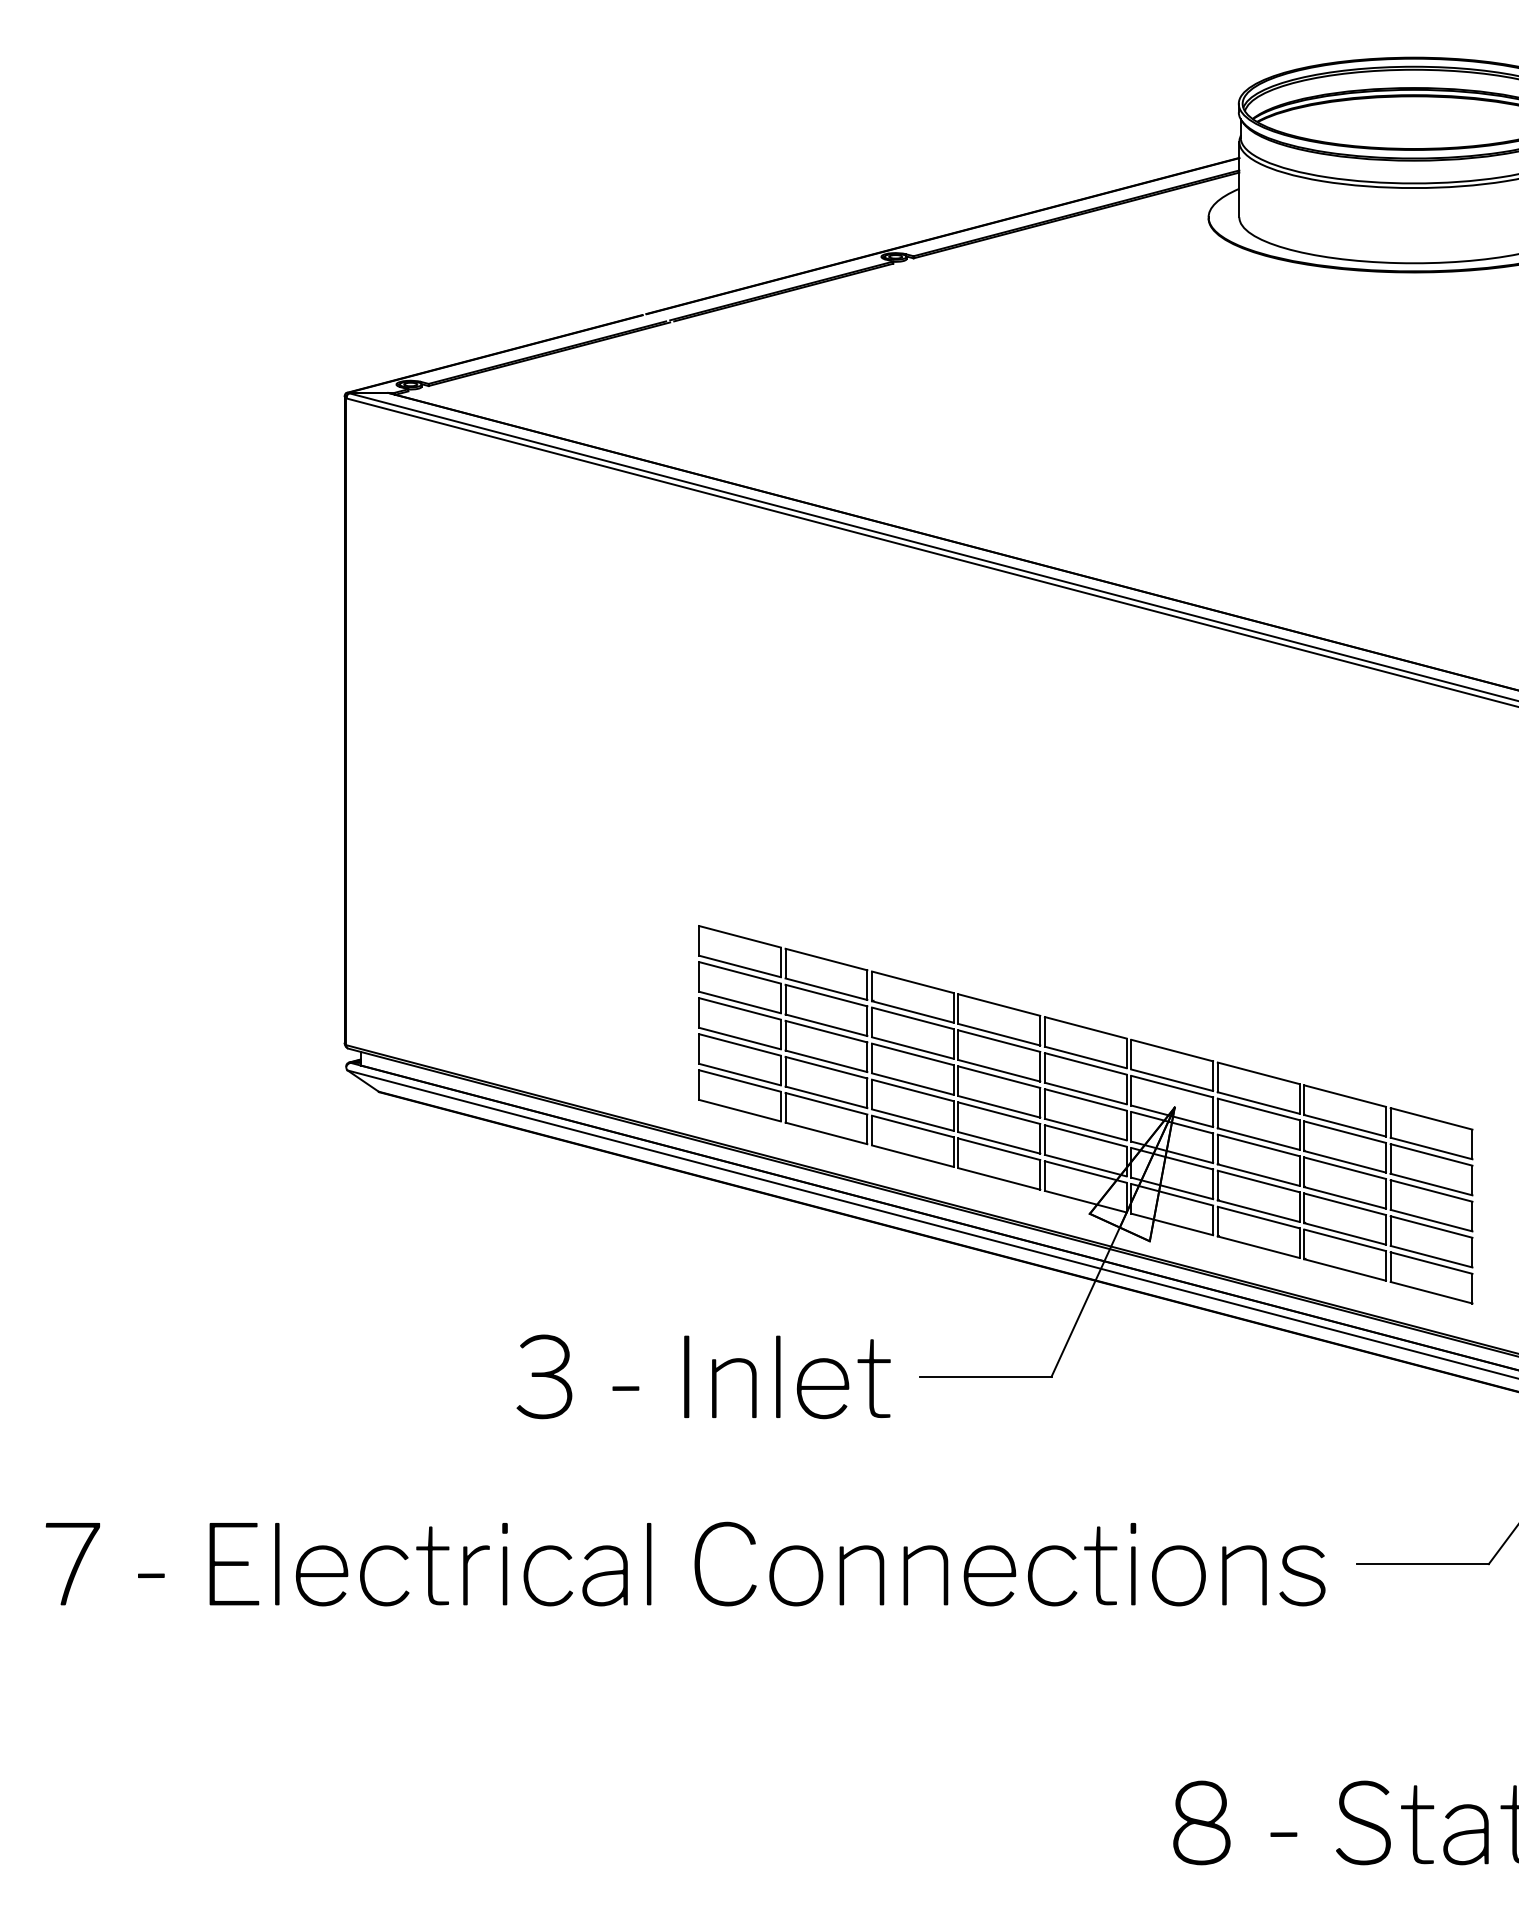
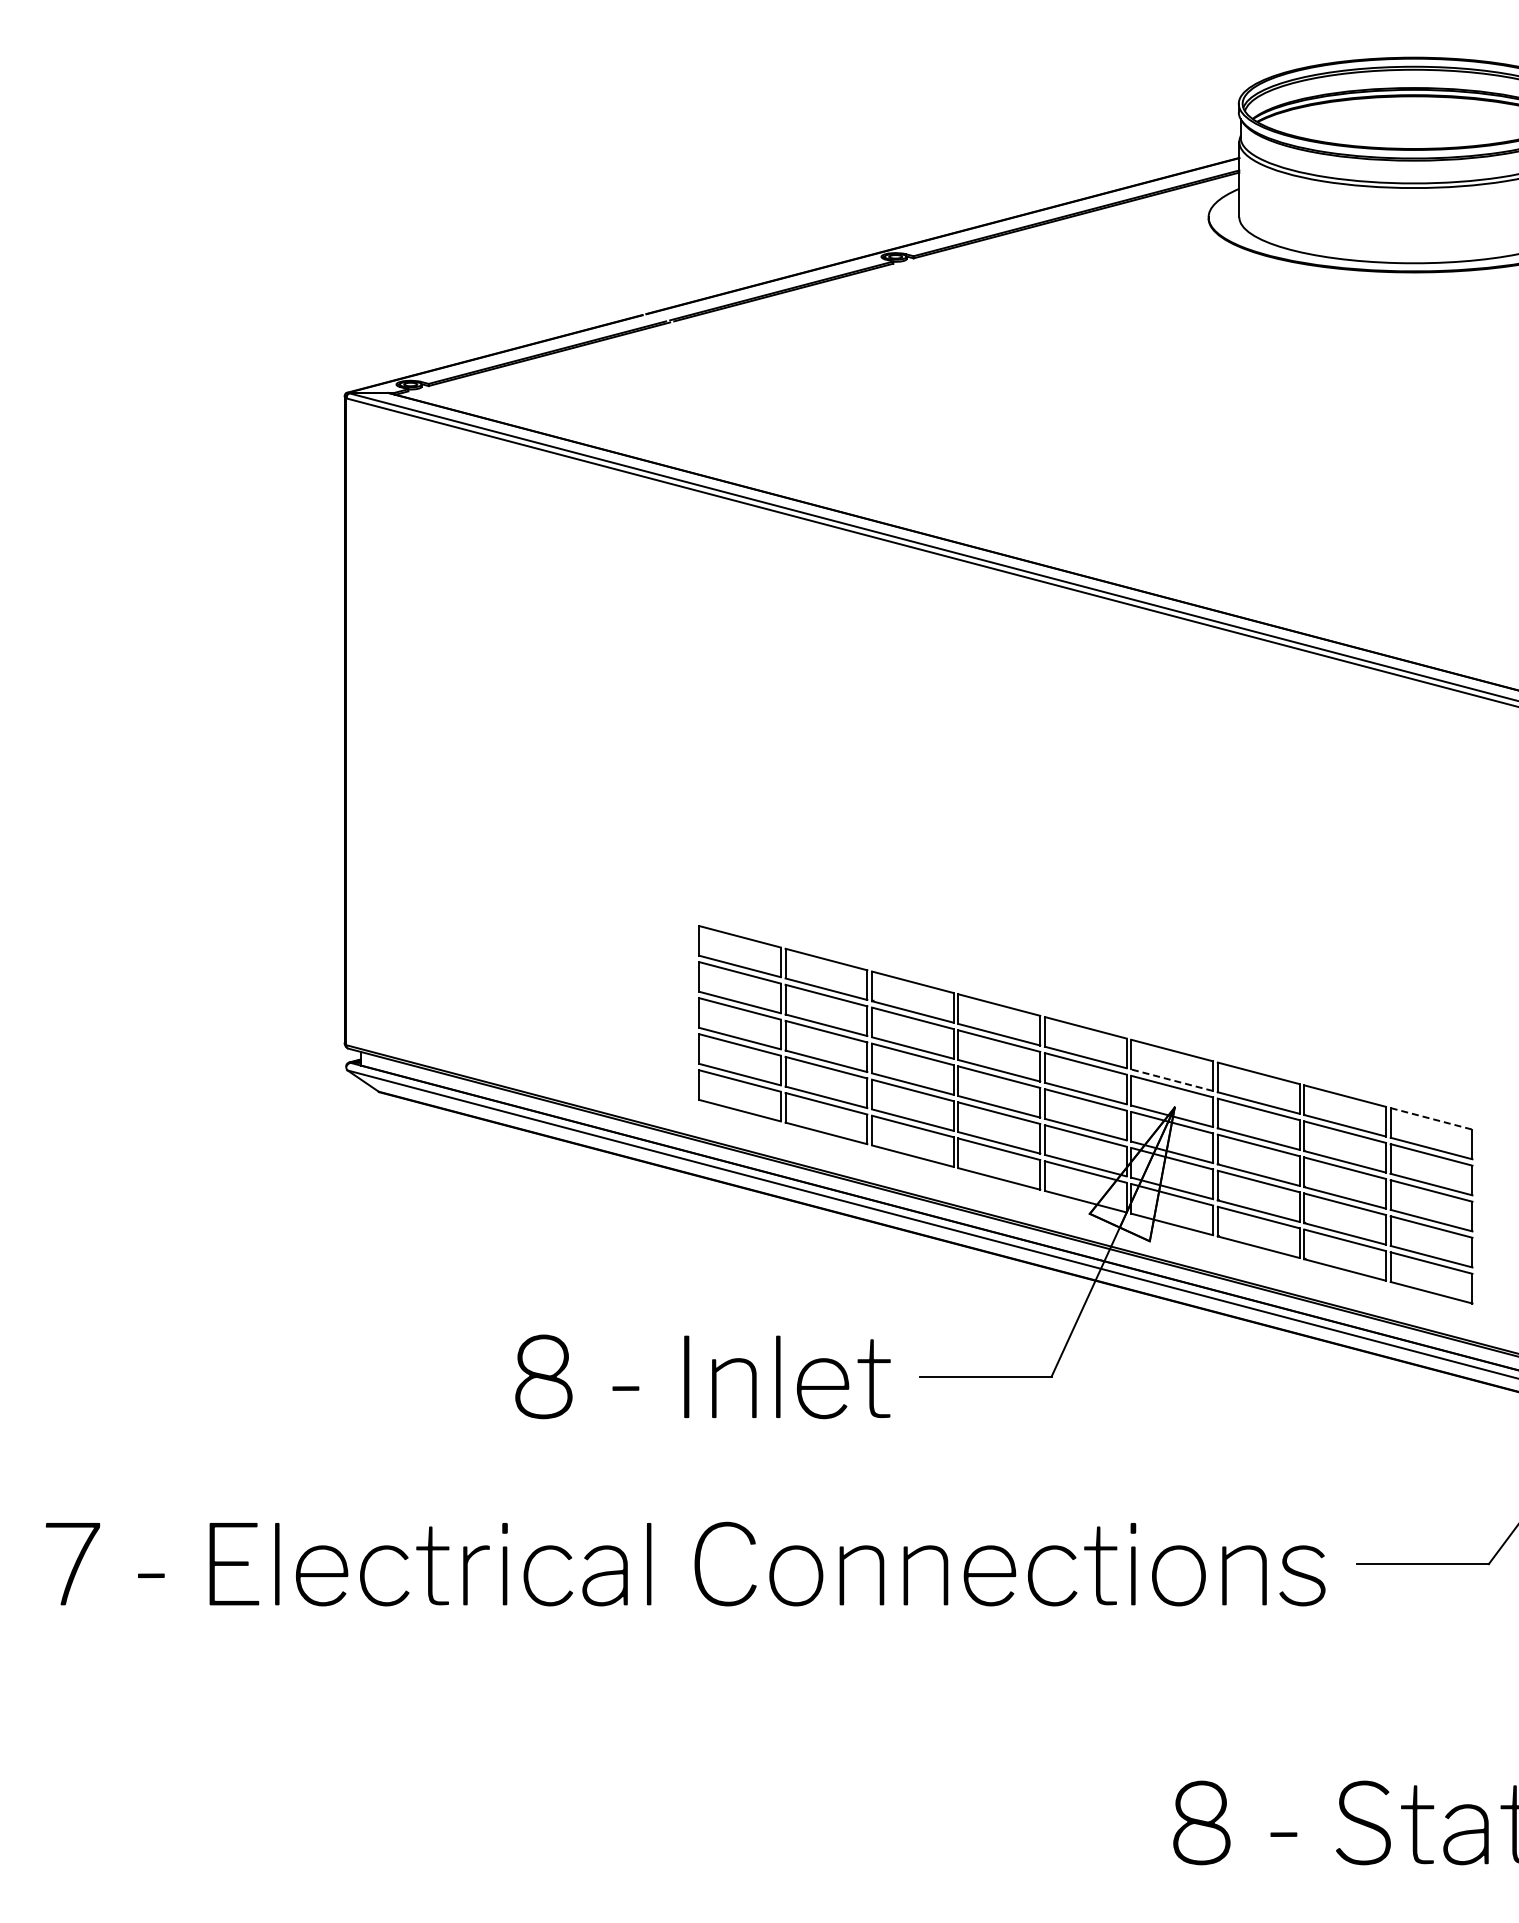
line at (1171, 1080): solid -> dashed
line at (1432, 1118): solid -> dashed
text at (543, 1376): 3 -> 8
